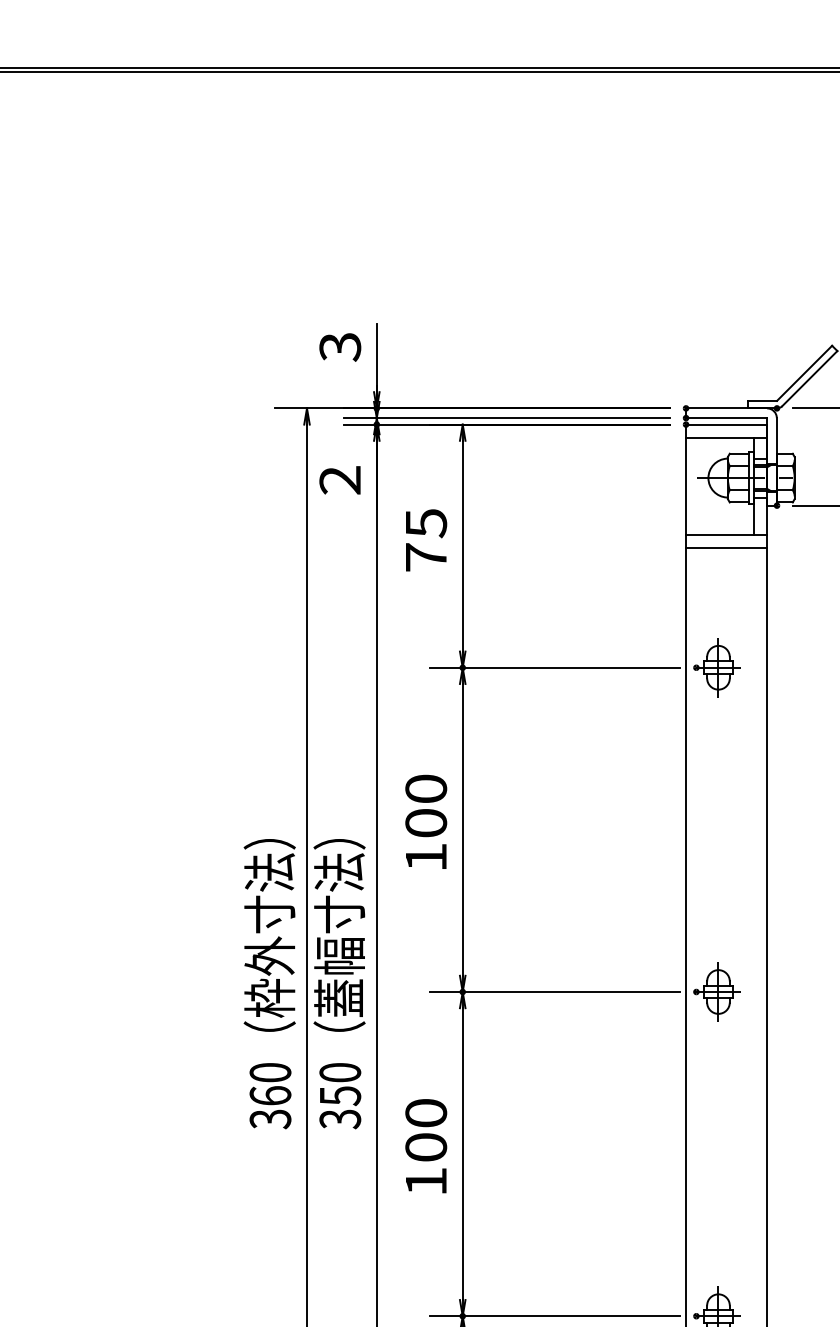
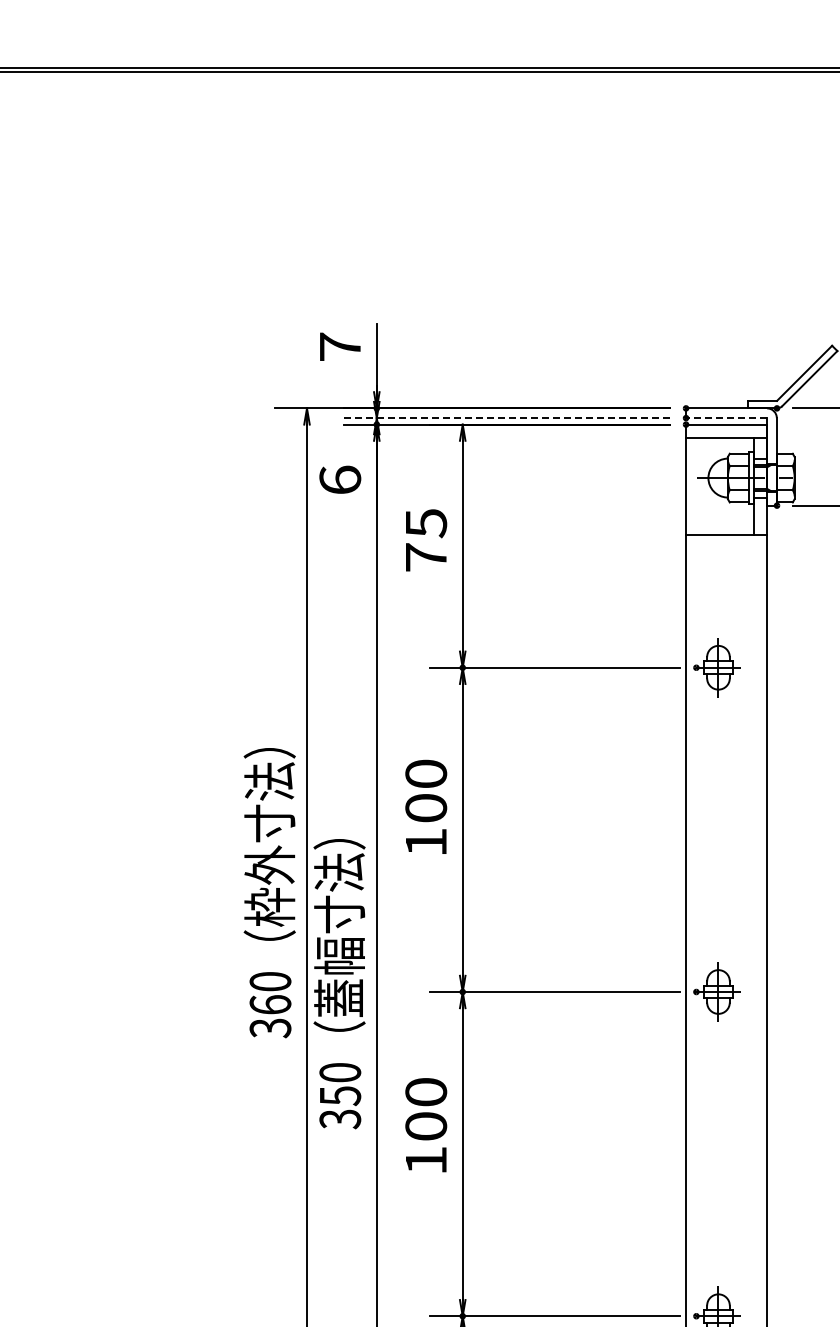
text at (340, 346): 3 -> 7
line at (507, 418): solid -> dashed
line at (726, 418): solid -> dashed
text at (340, 479): 2 -> 6
line at (726, 547): present -> none
text at (426, 821) position: (426, 821) -> (426, 806)
text at (269, 984) position: (269, 984) -> (269, 893)
text at (426, 1146) position: (426, 1146) -> (426, 1125)
